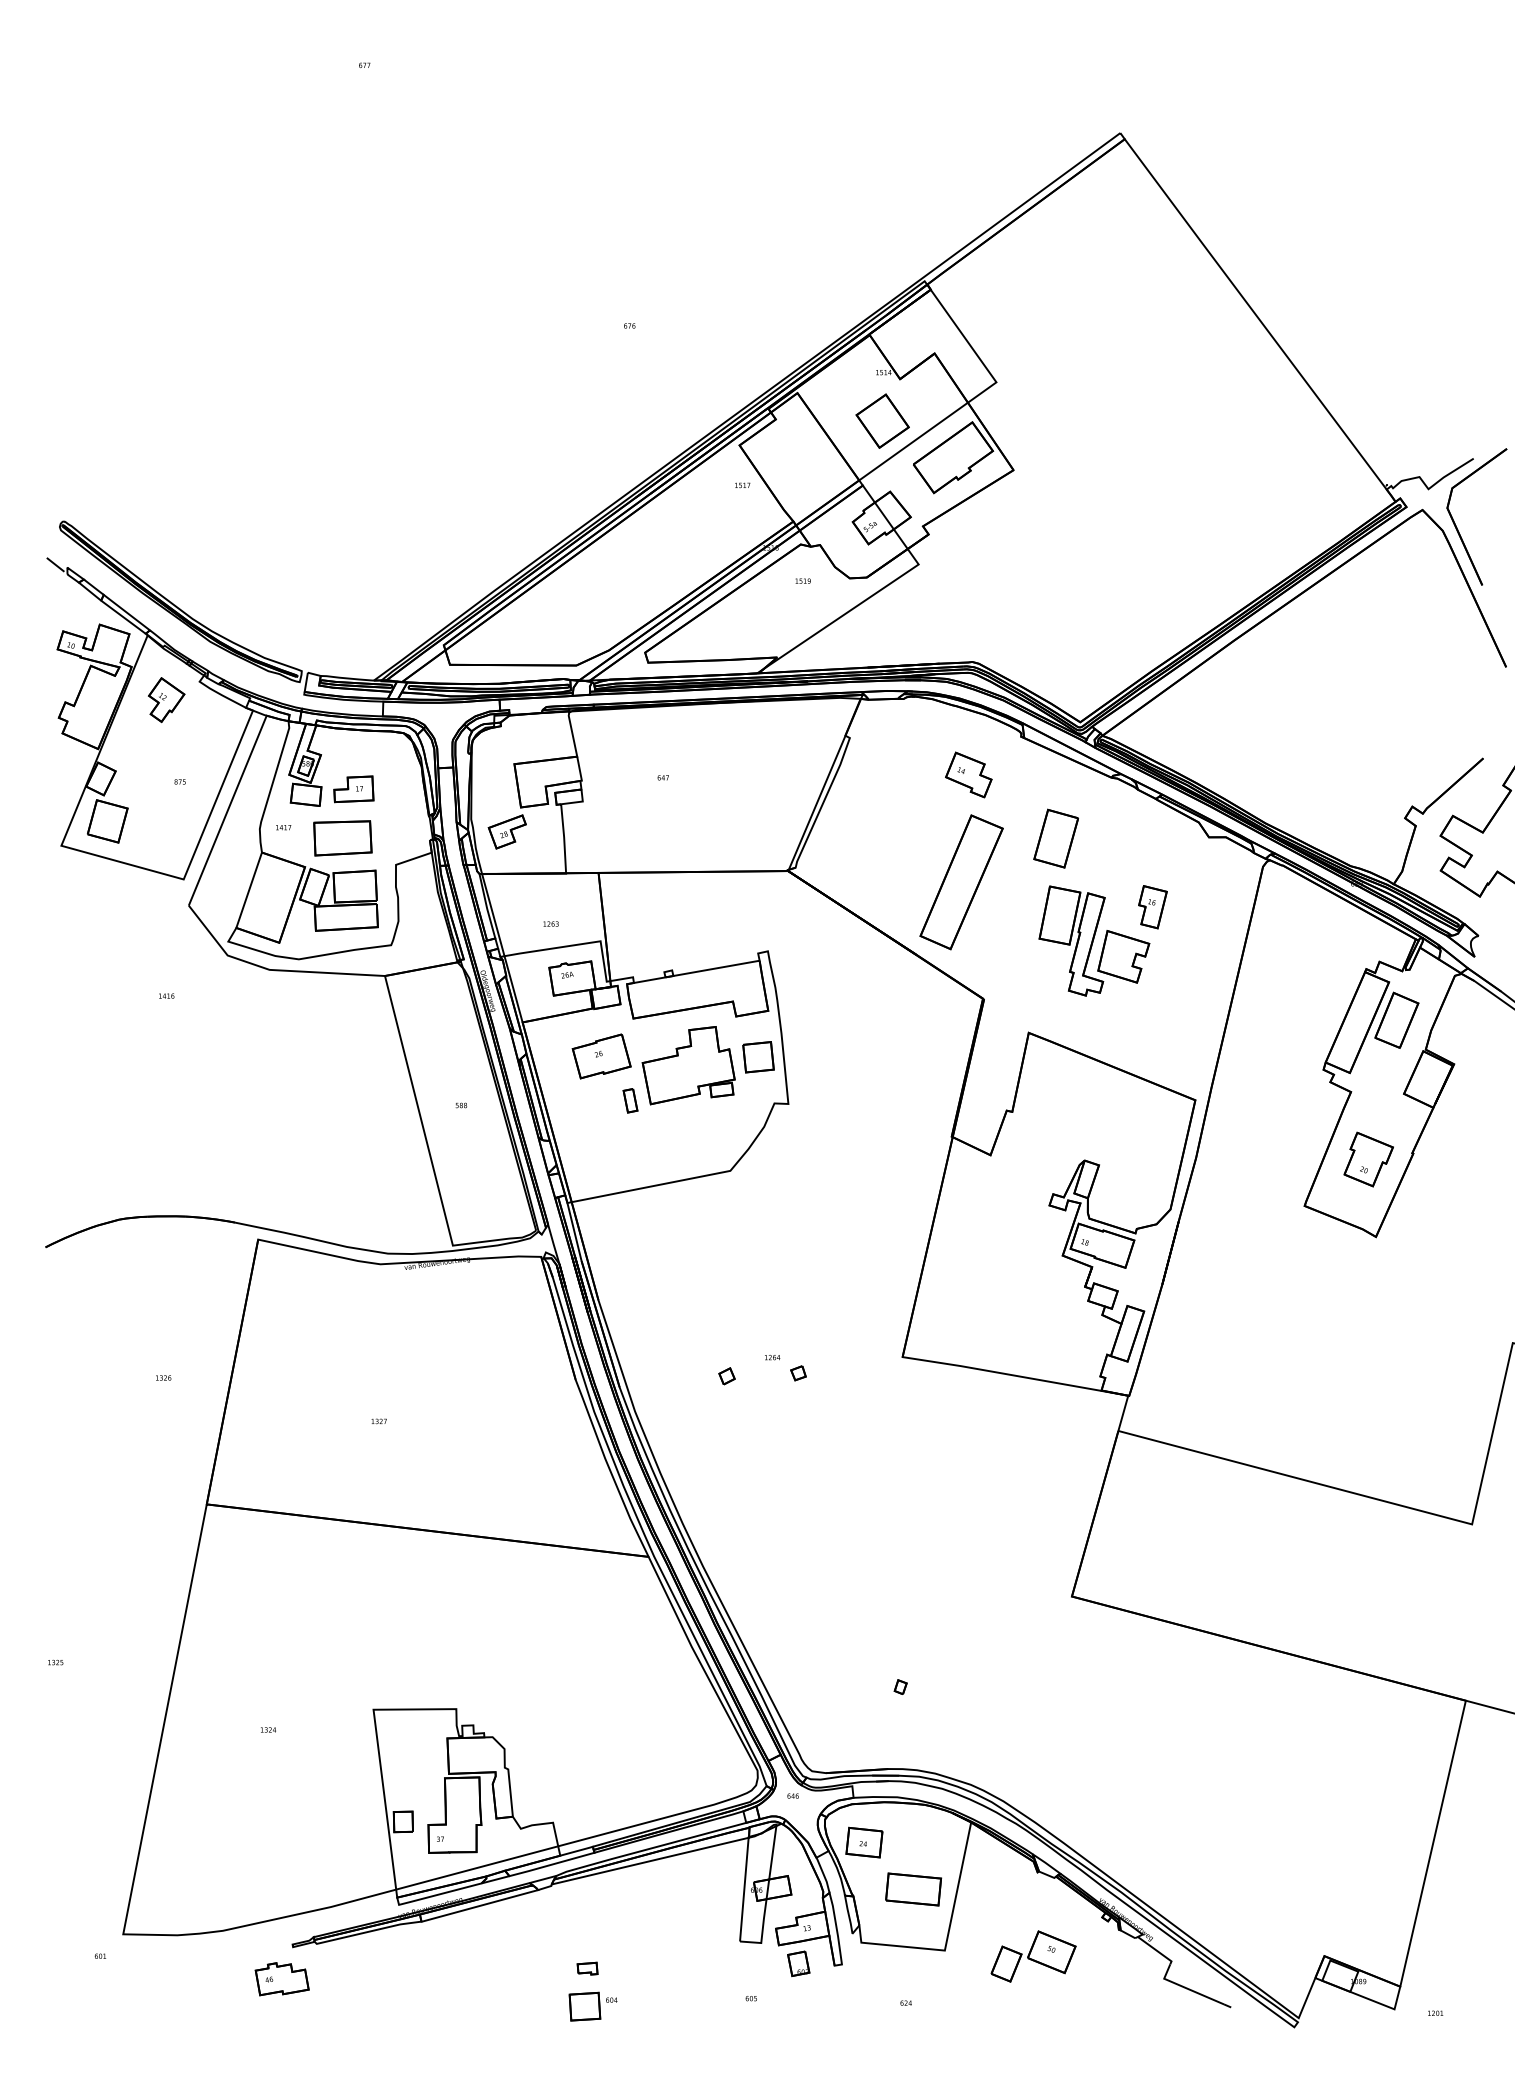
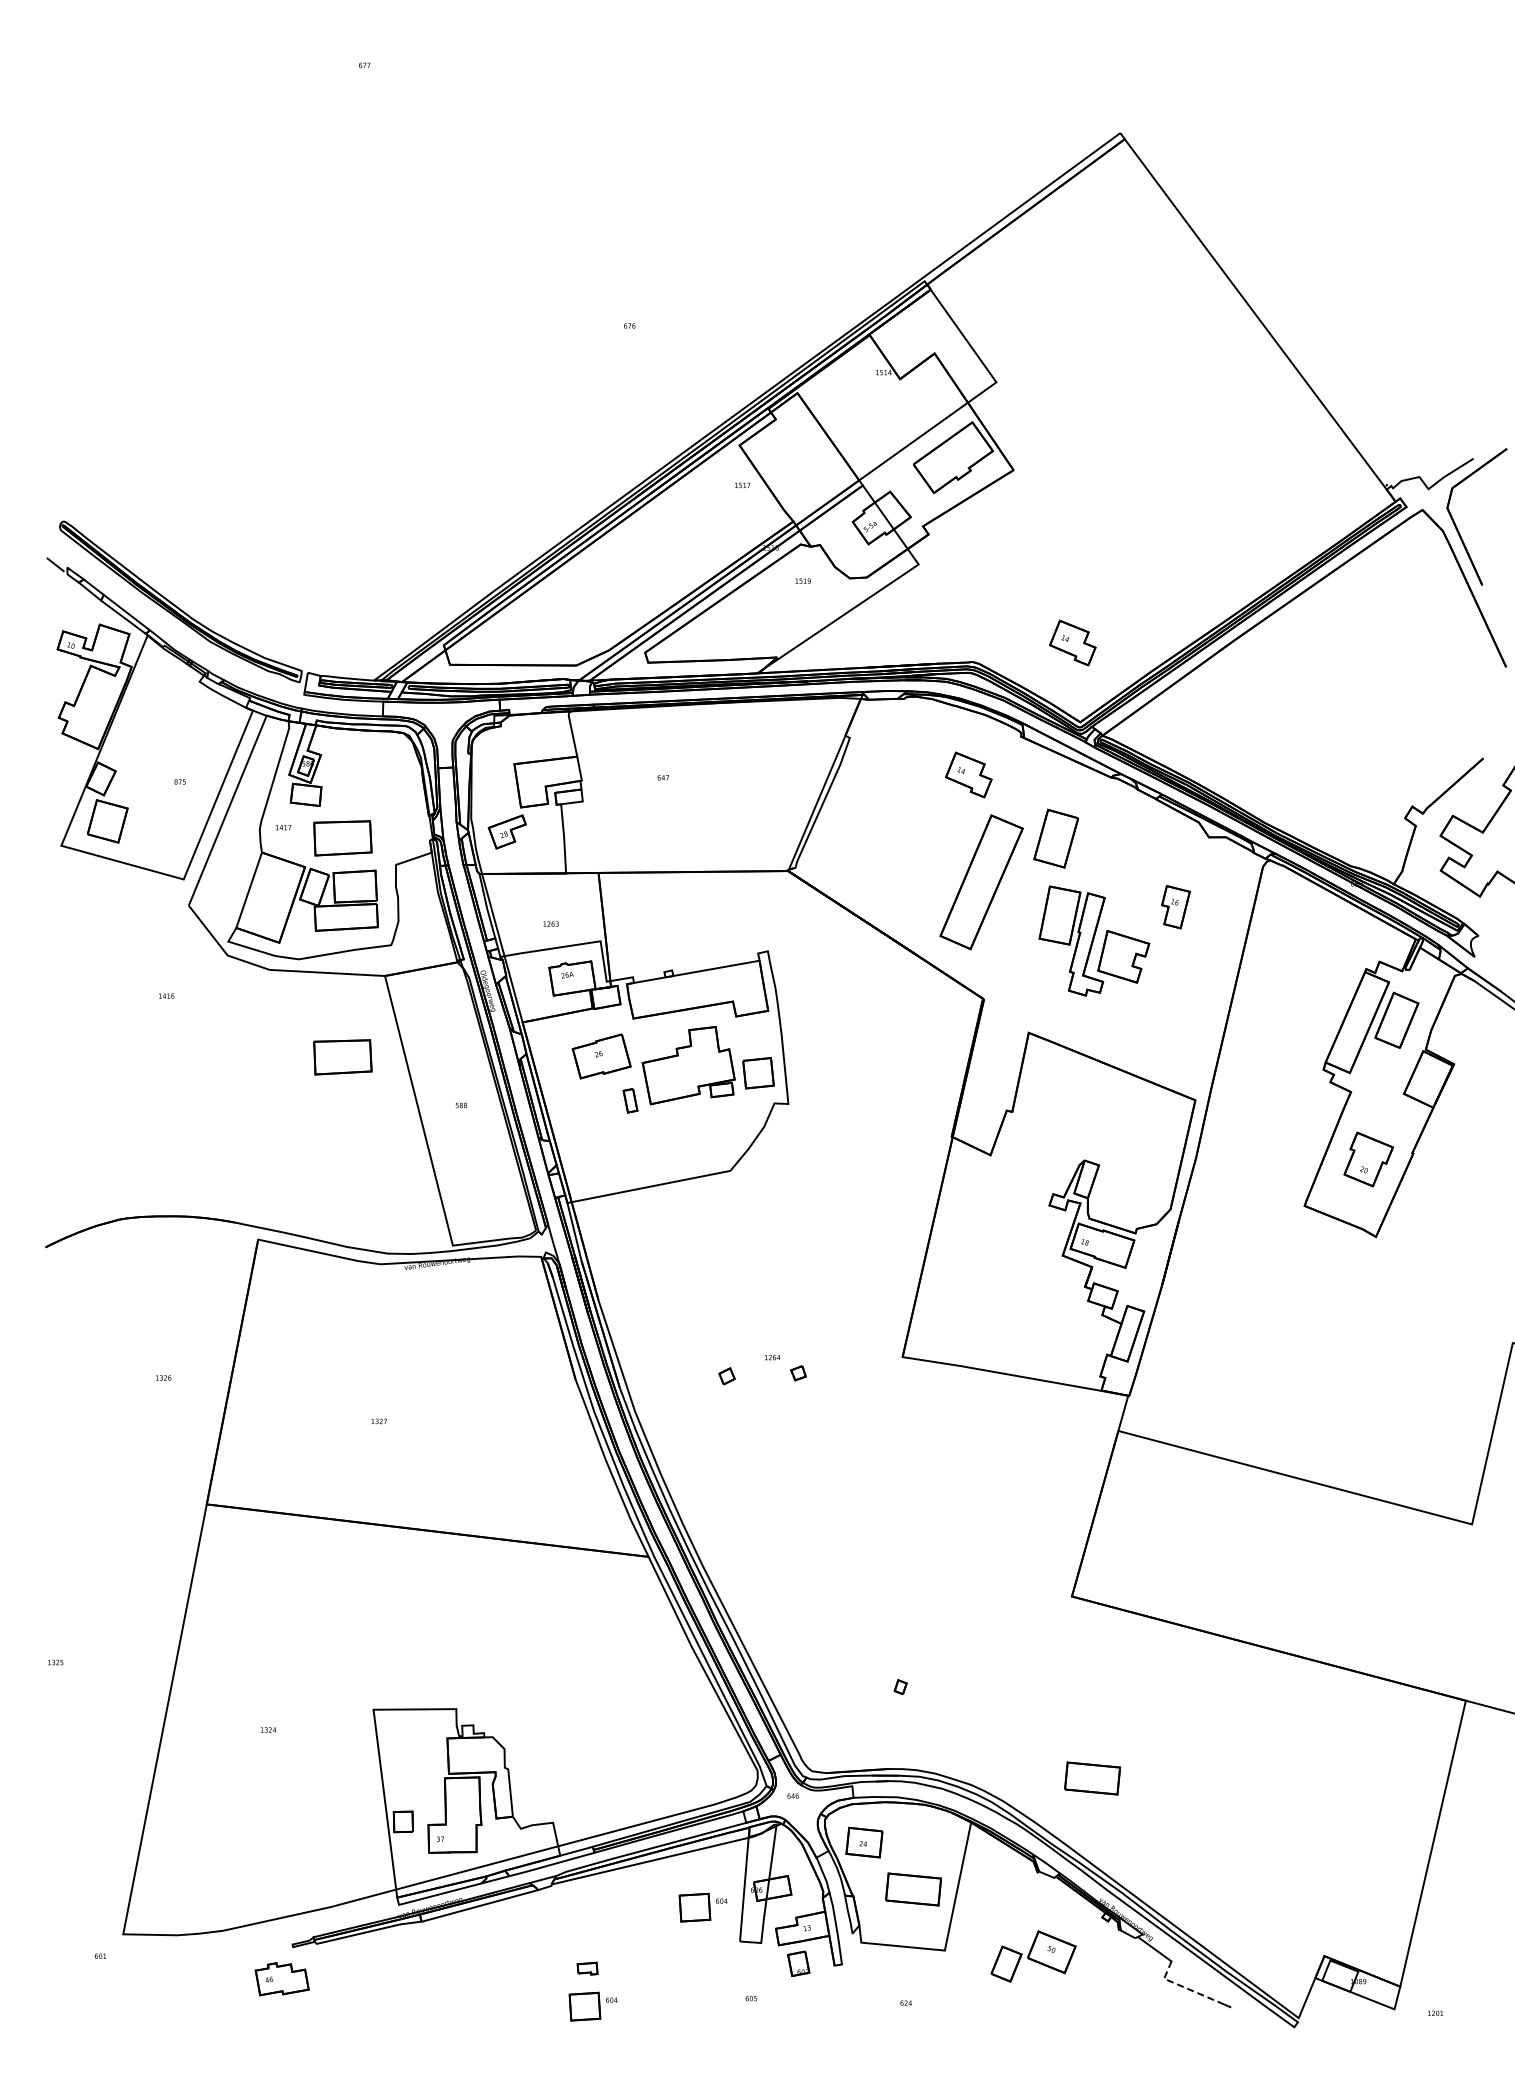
part at (882, 420): present -> none
part at (1072, 642): none -> present
part at (166, 700): present -> none
part at (353, 789): present -> none
part at (961, 882) position: (961, 882) -> (981, 882)
part at (1152, 907) position: (1152, 907) -> (1175, 907)
part at (342, 1057): none -> present
part at (758, 1057) position: (758, 1057) -> (758, 1073)
part at (1092, 1778): none -> present
part at (702, 1907): none -> present
line at (1185, 1988): solid -> dashed
